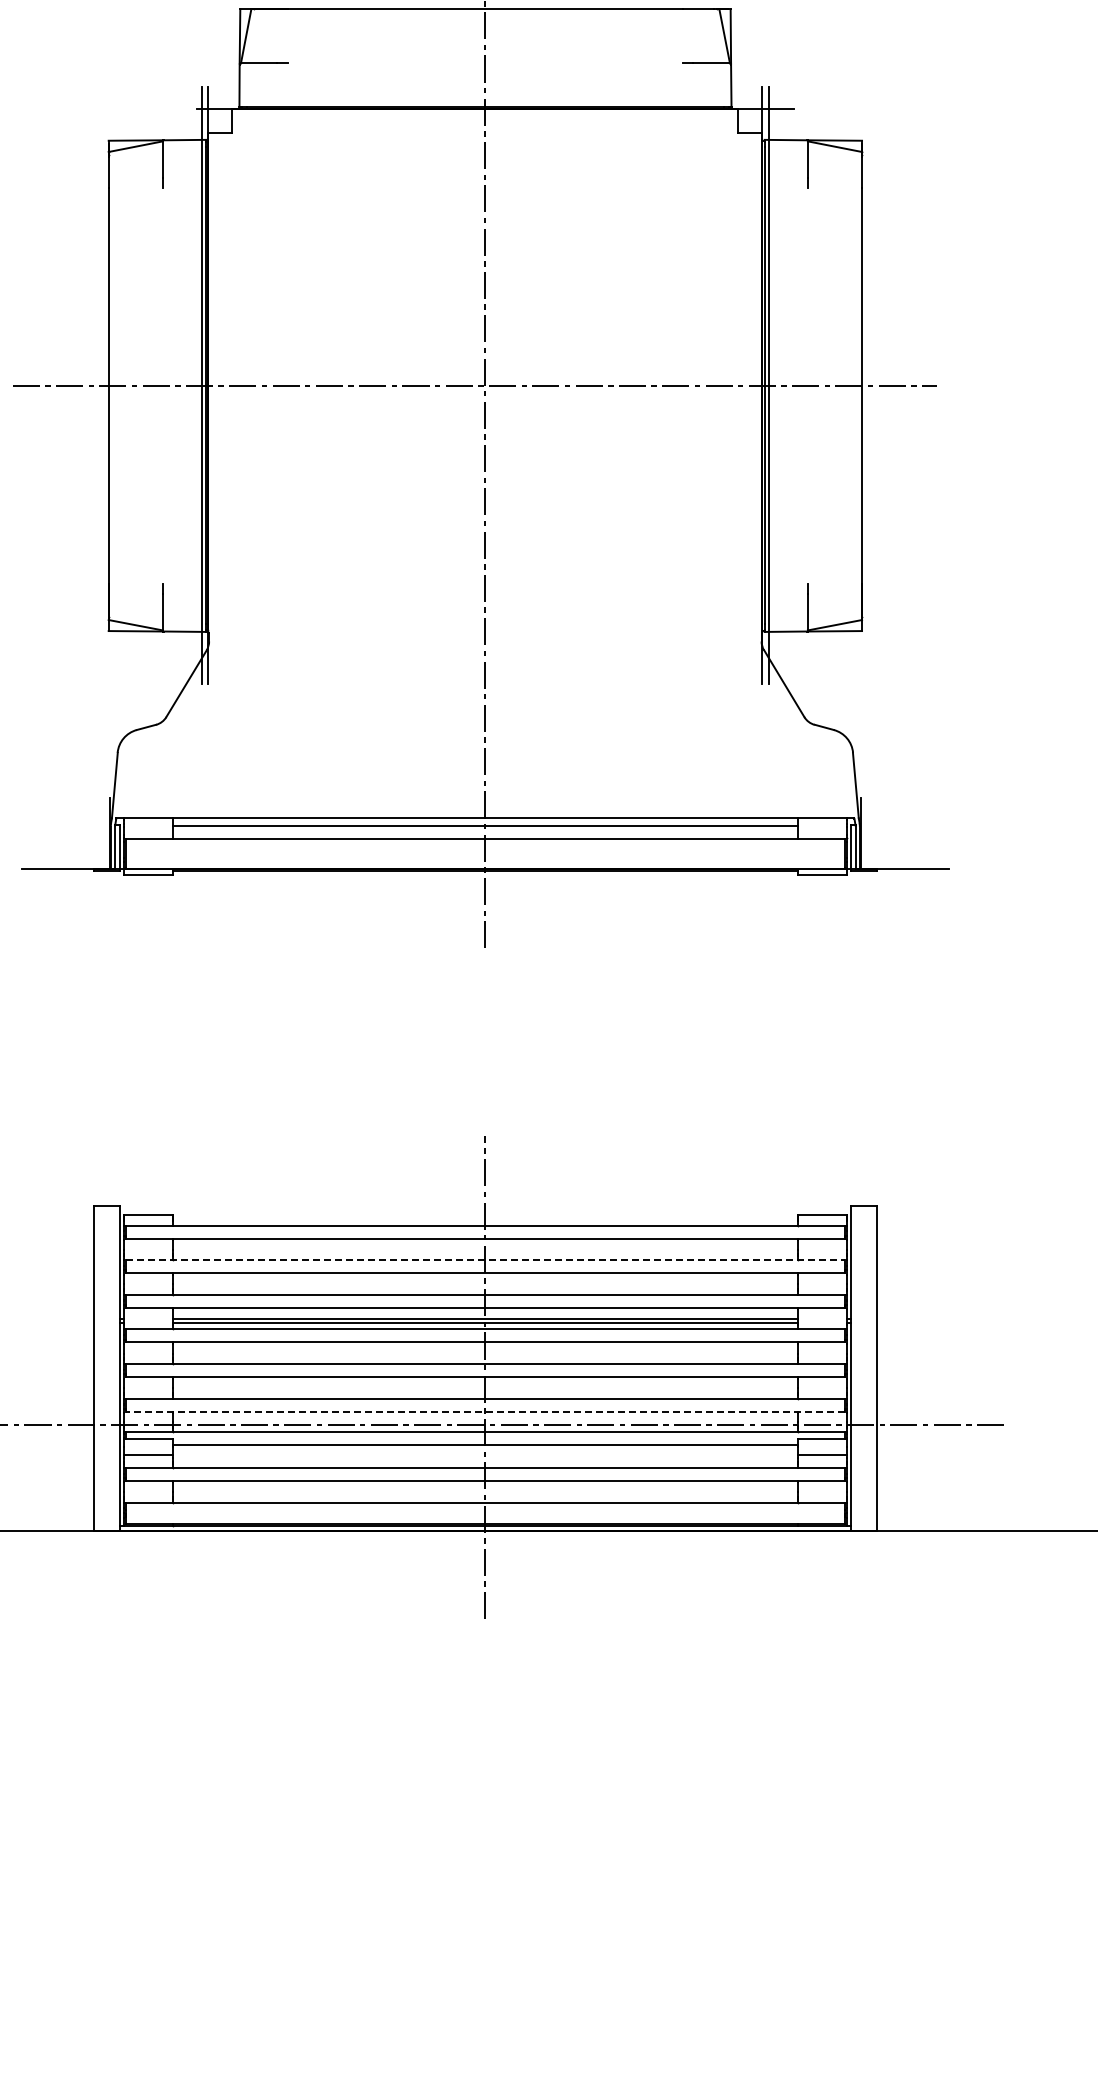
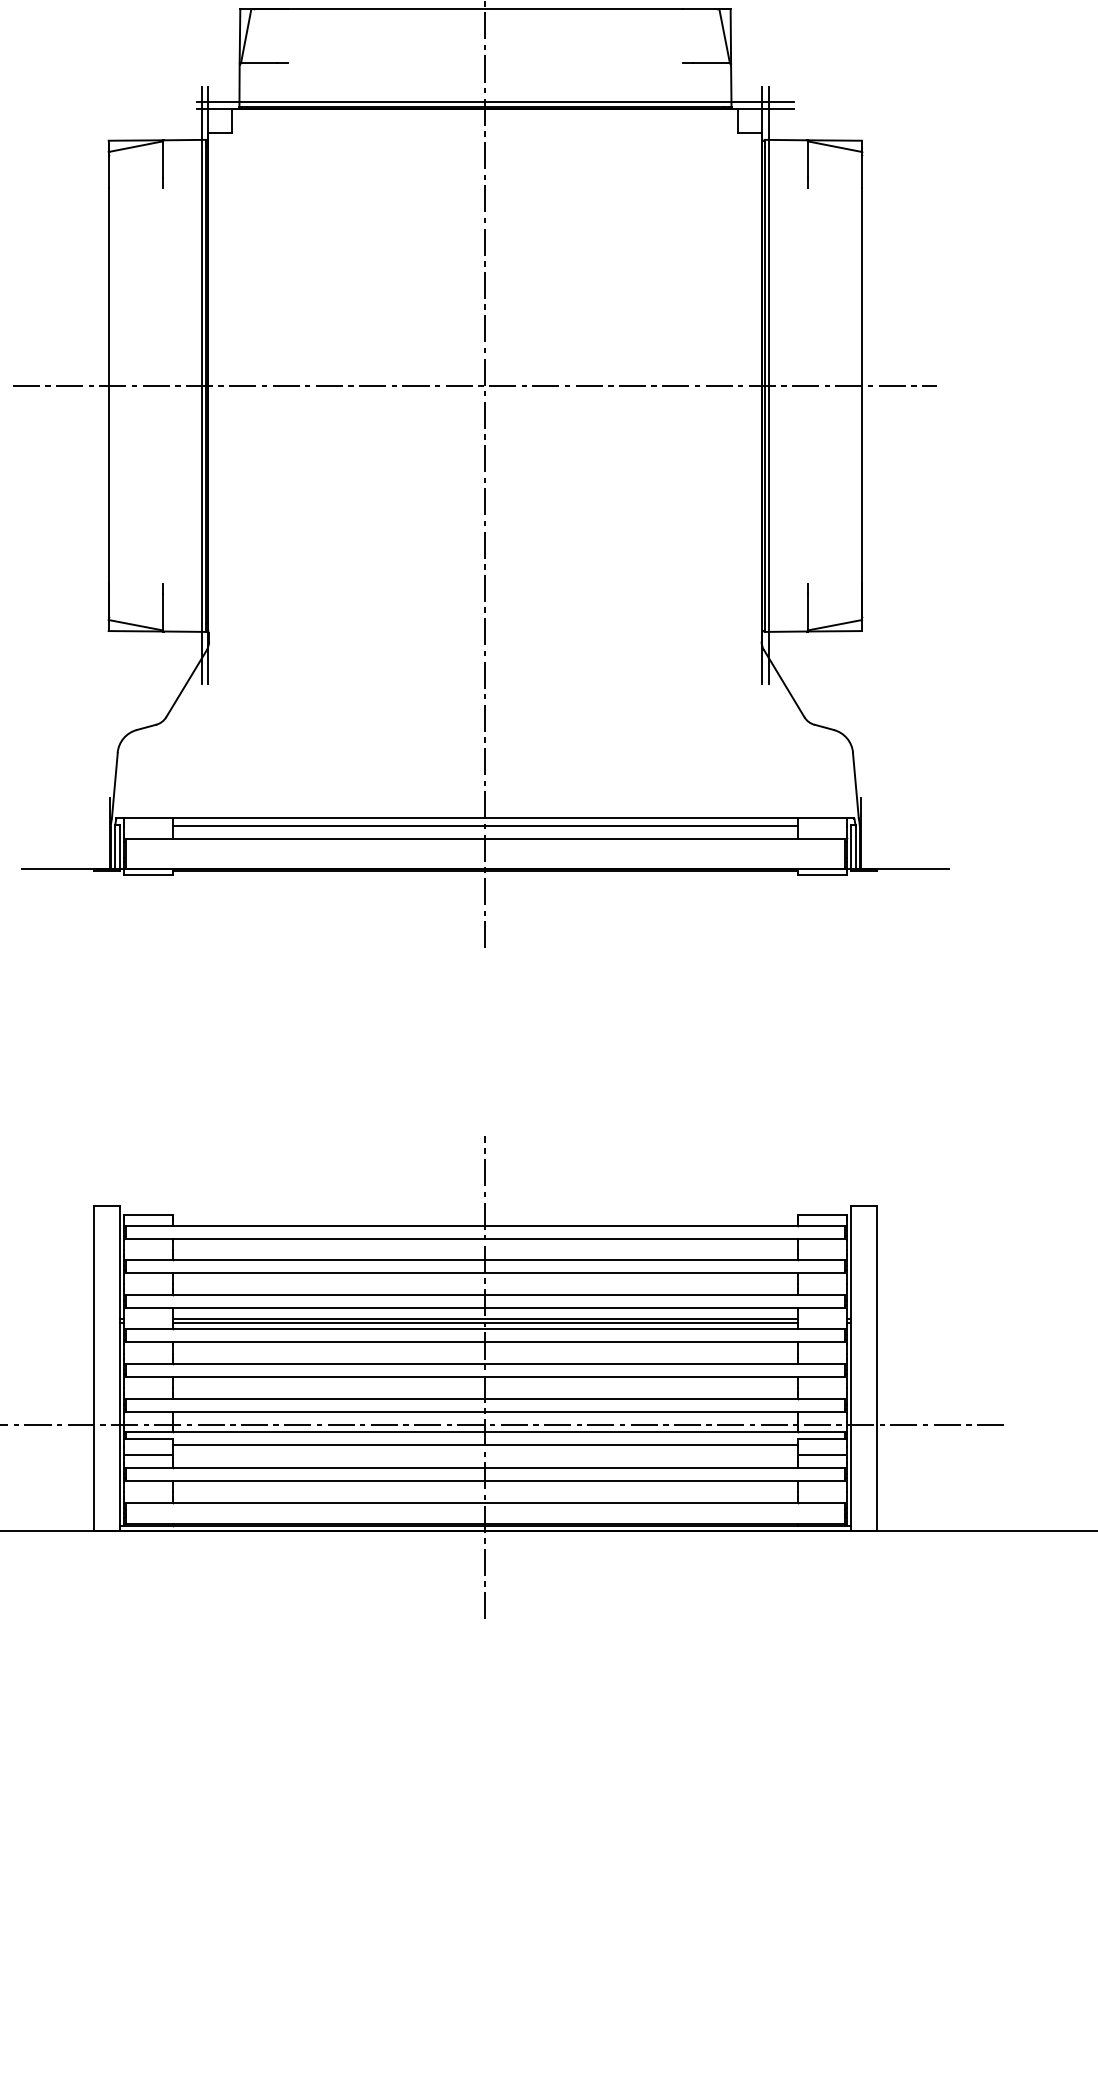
line at (494, 102): none -> present
line at (485, 1260): dashed -> solid
line at (485, 1411): dashed -> solid
